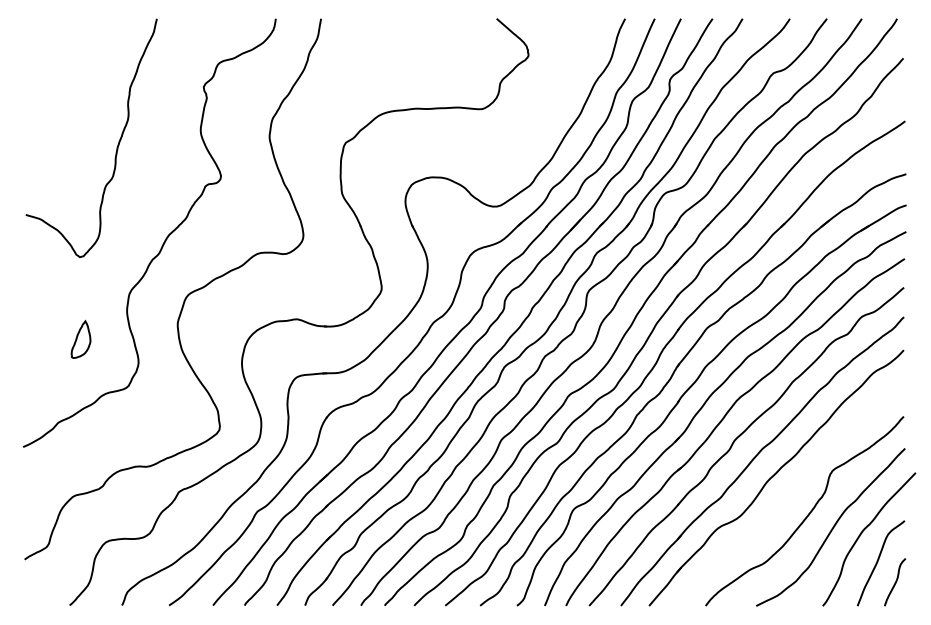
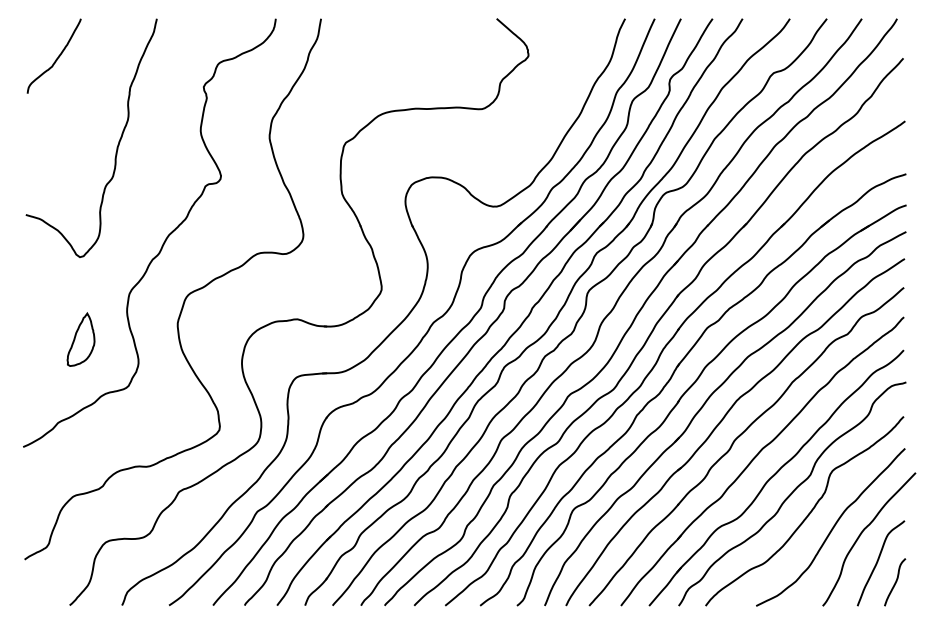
curve at (56, 58): none -> present
part at (80, 338) size: 22x40 px -> 30x55 px
curve at (792, 493): none -> present
